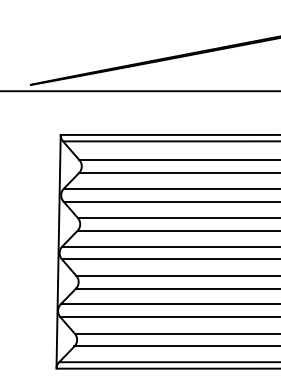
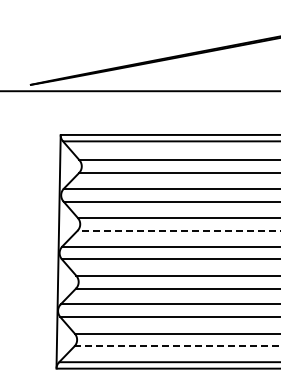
line at (178, 230): solid -> dashed
line at (177, 346): solid -> dashed
